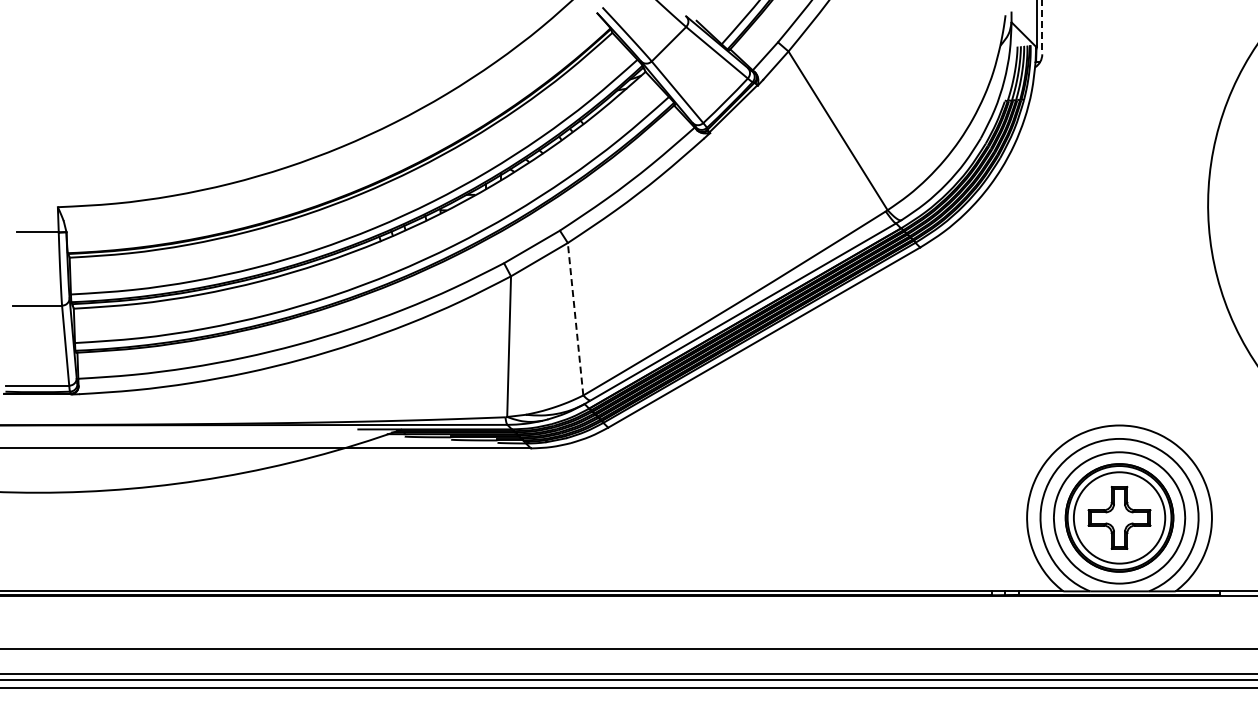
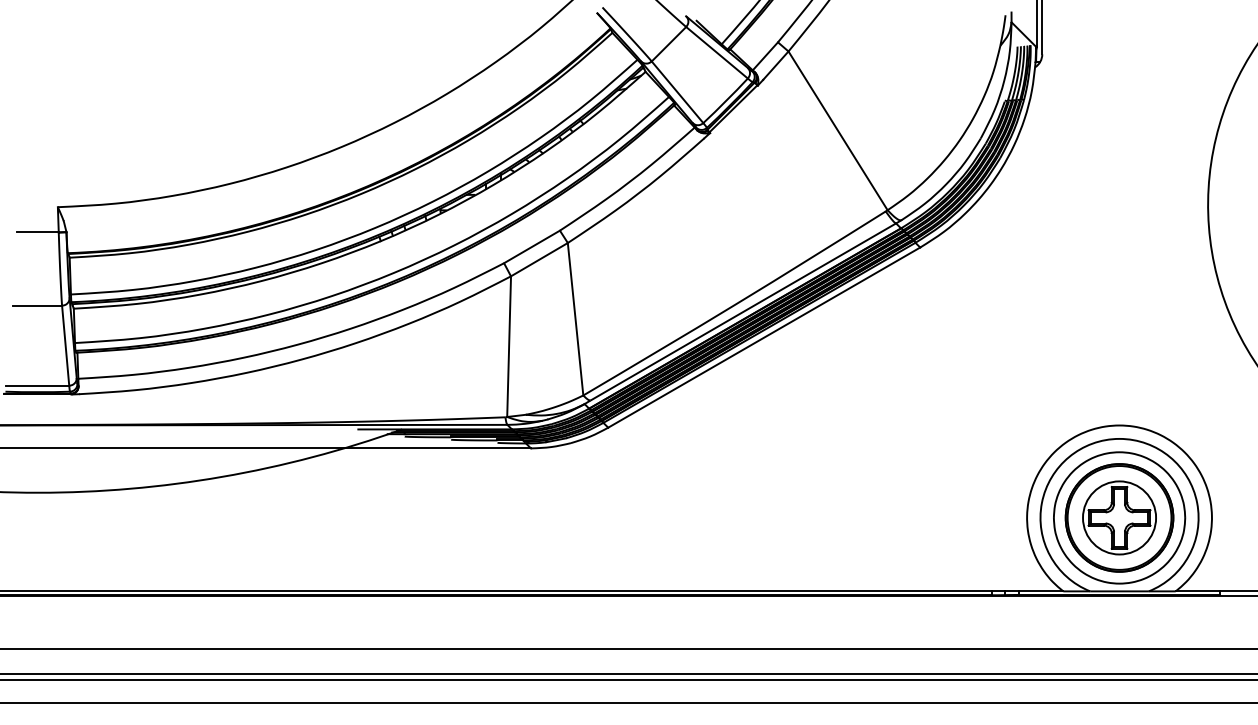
line at (1042, 27): dashed -> solid
line at (575, 319): dashed -> solid
circle at (1119, 517) diameter: 91 px -> 73 px
line at (628, 688) position: (628, 688) -> (628, 703)
